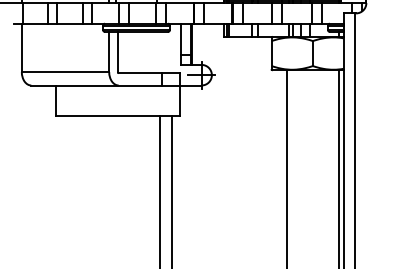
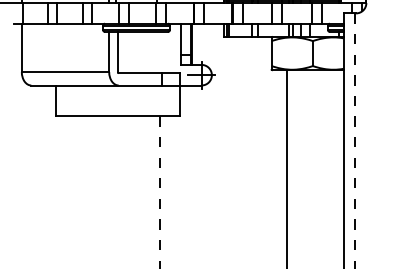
line at (355, 141): solid -> dashed
line at (338, 167): present -> none
line at (171, 190): present -> none
line at (160, 192): solid -> dashed
